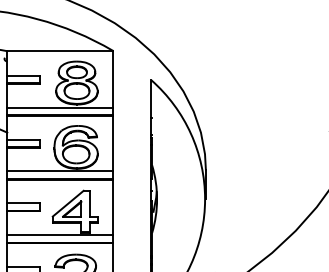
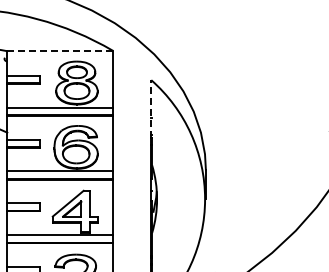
line at (60, 50): solid -> dashed
line at (151, 108): solid -> dashed
